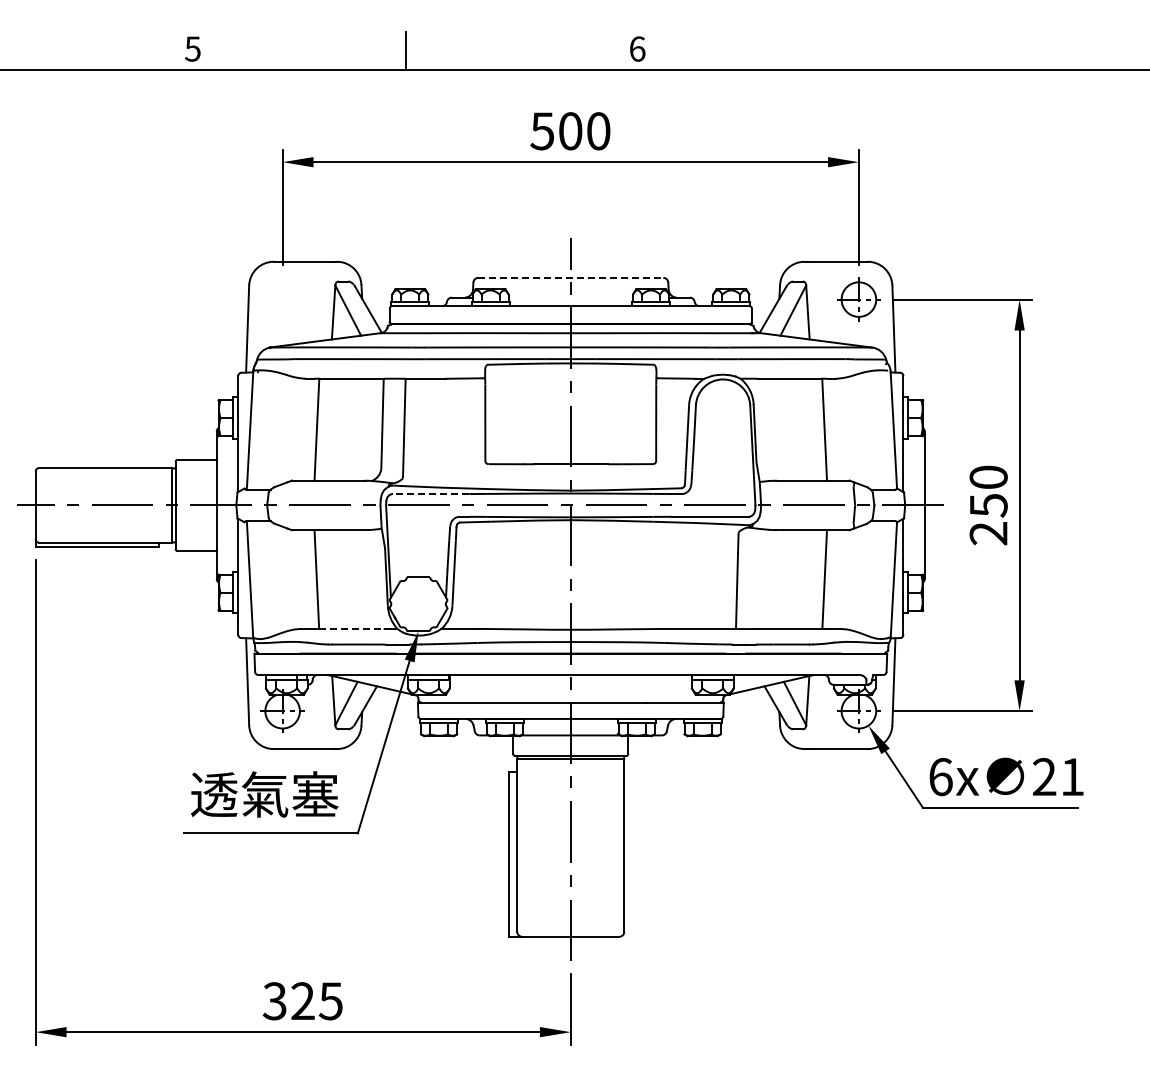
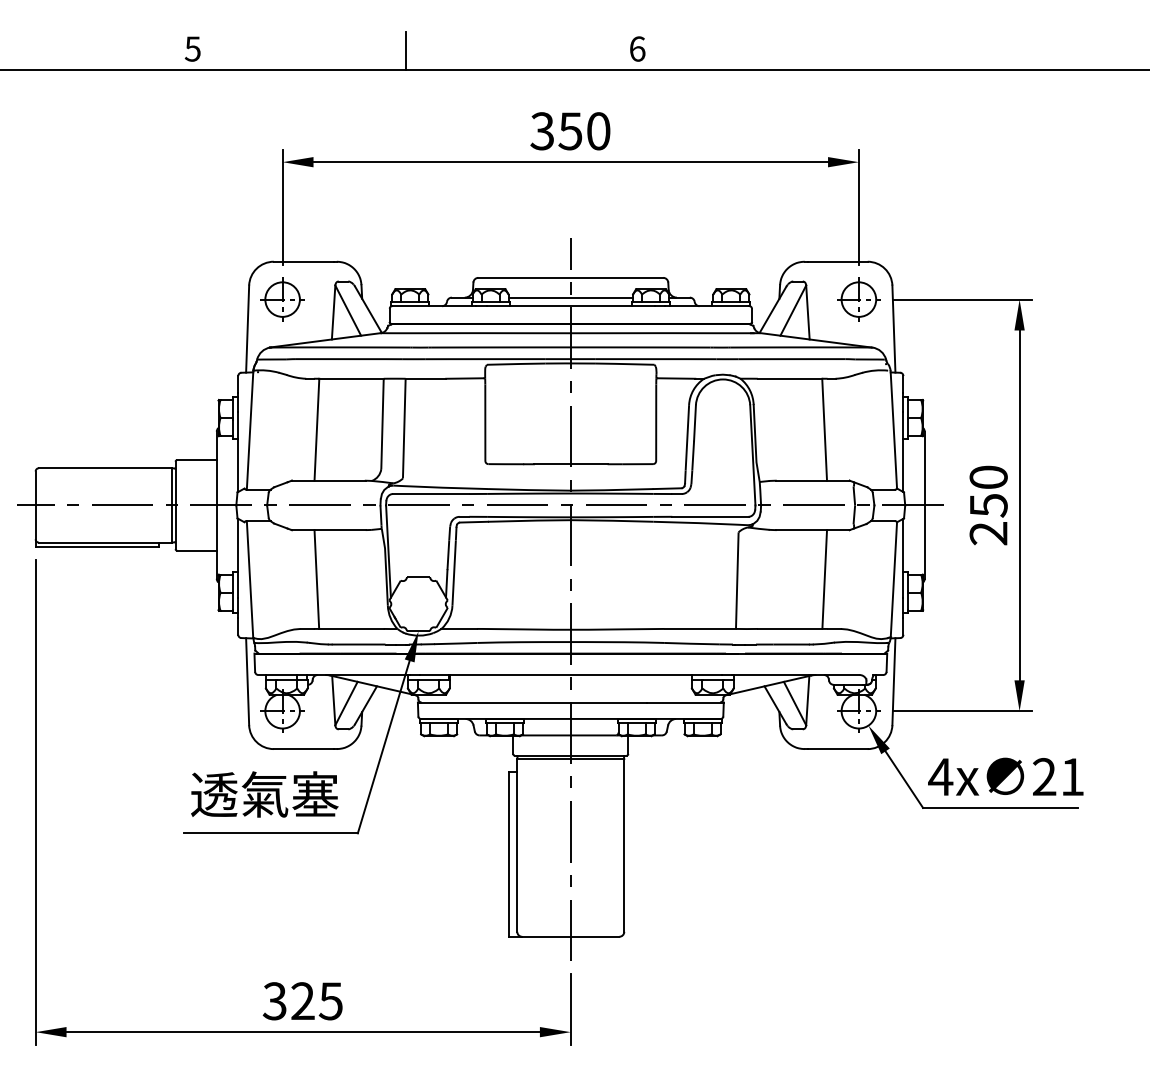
text at (556, 131): 500 -> 350
line at (571, 277): dashed -> solid
line at (570, 297): none -> present
part at (282, 299): none -> present
line at (430, 494): dashed -> solid
line at (351, 628): dashed -> solid
text at (940, 777): 6x -> 4x
